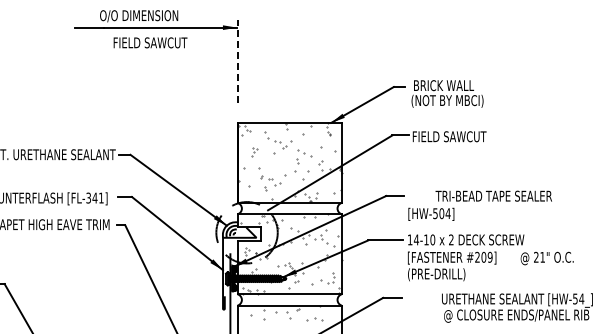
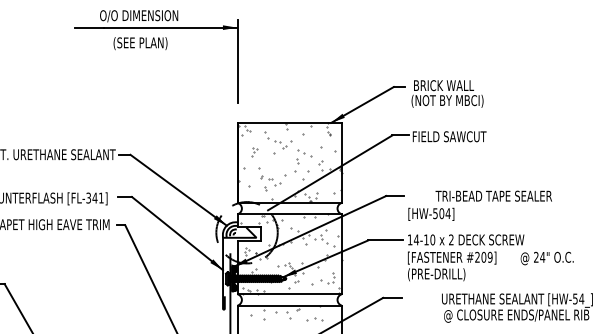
text at (150, 43): FIELD SAWCUT -> (SEE PLAN)
line at (237, 61): dashed -> solid
text at (542, 257): 21" -> 24"
